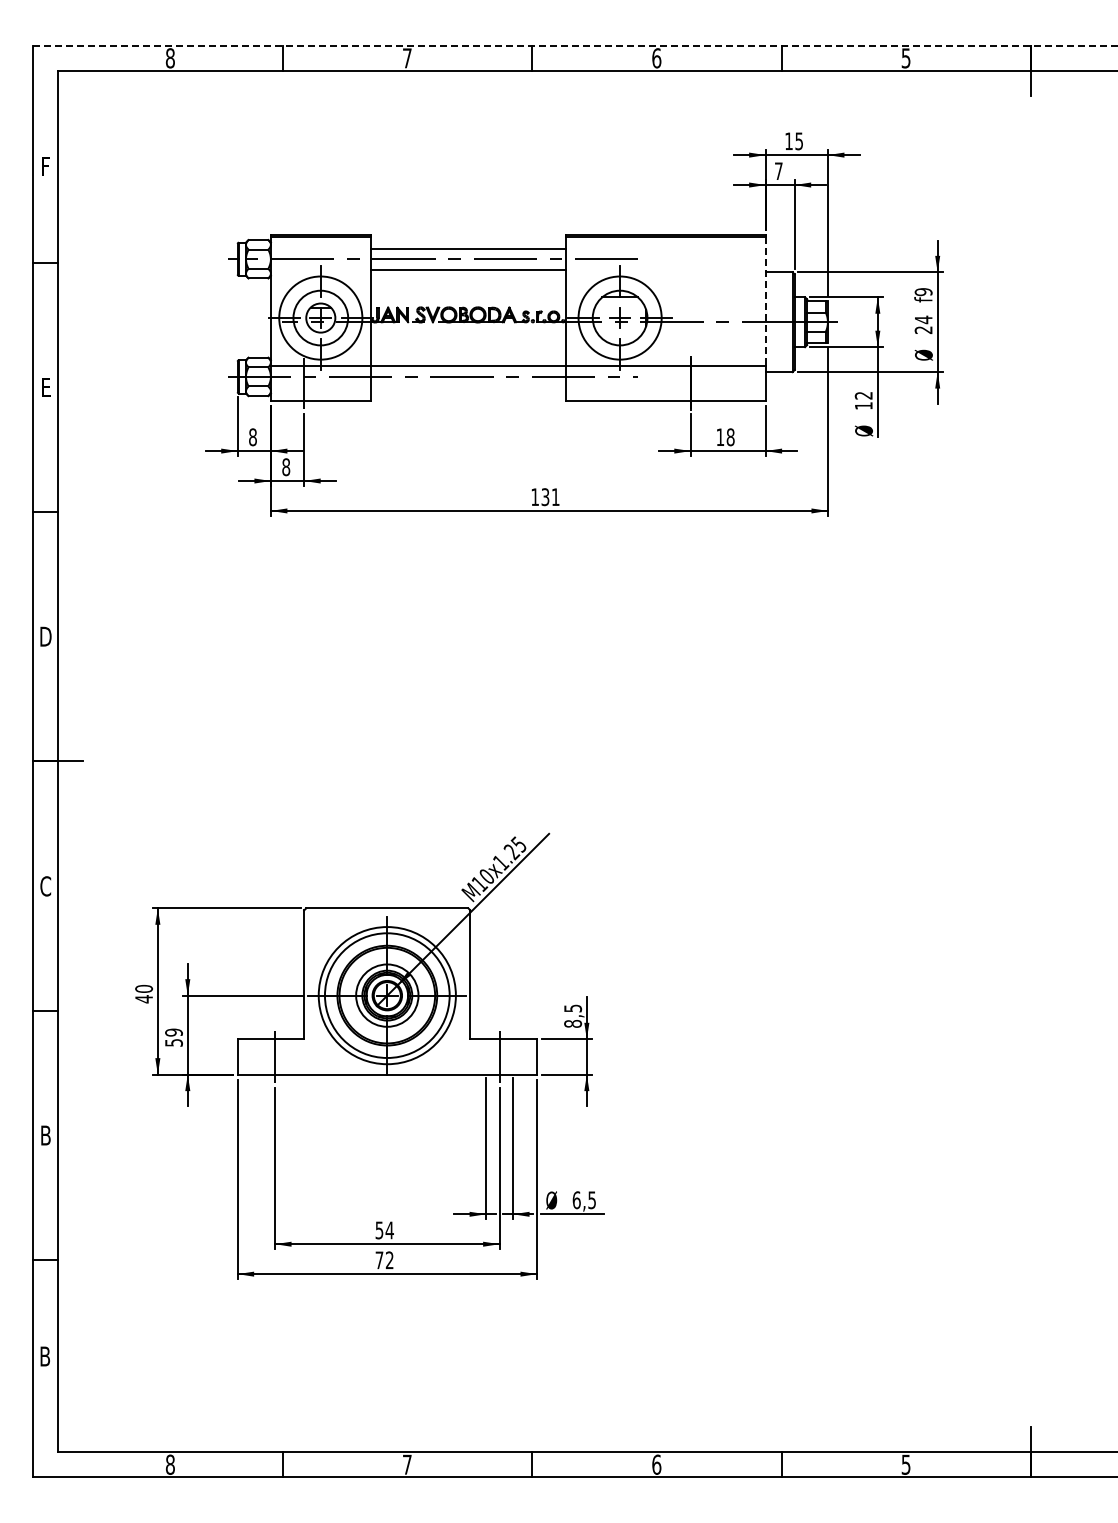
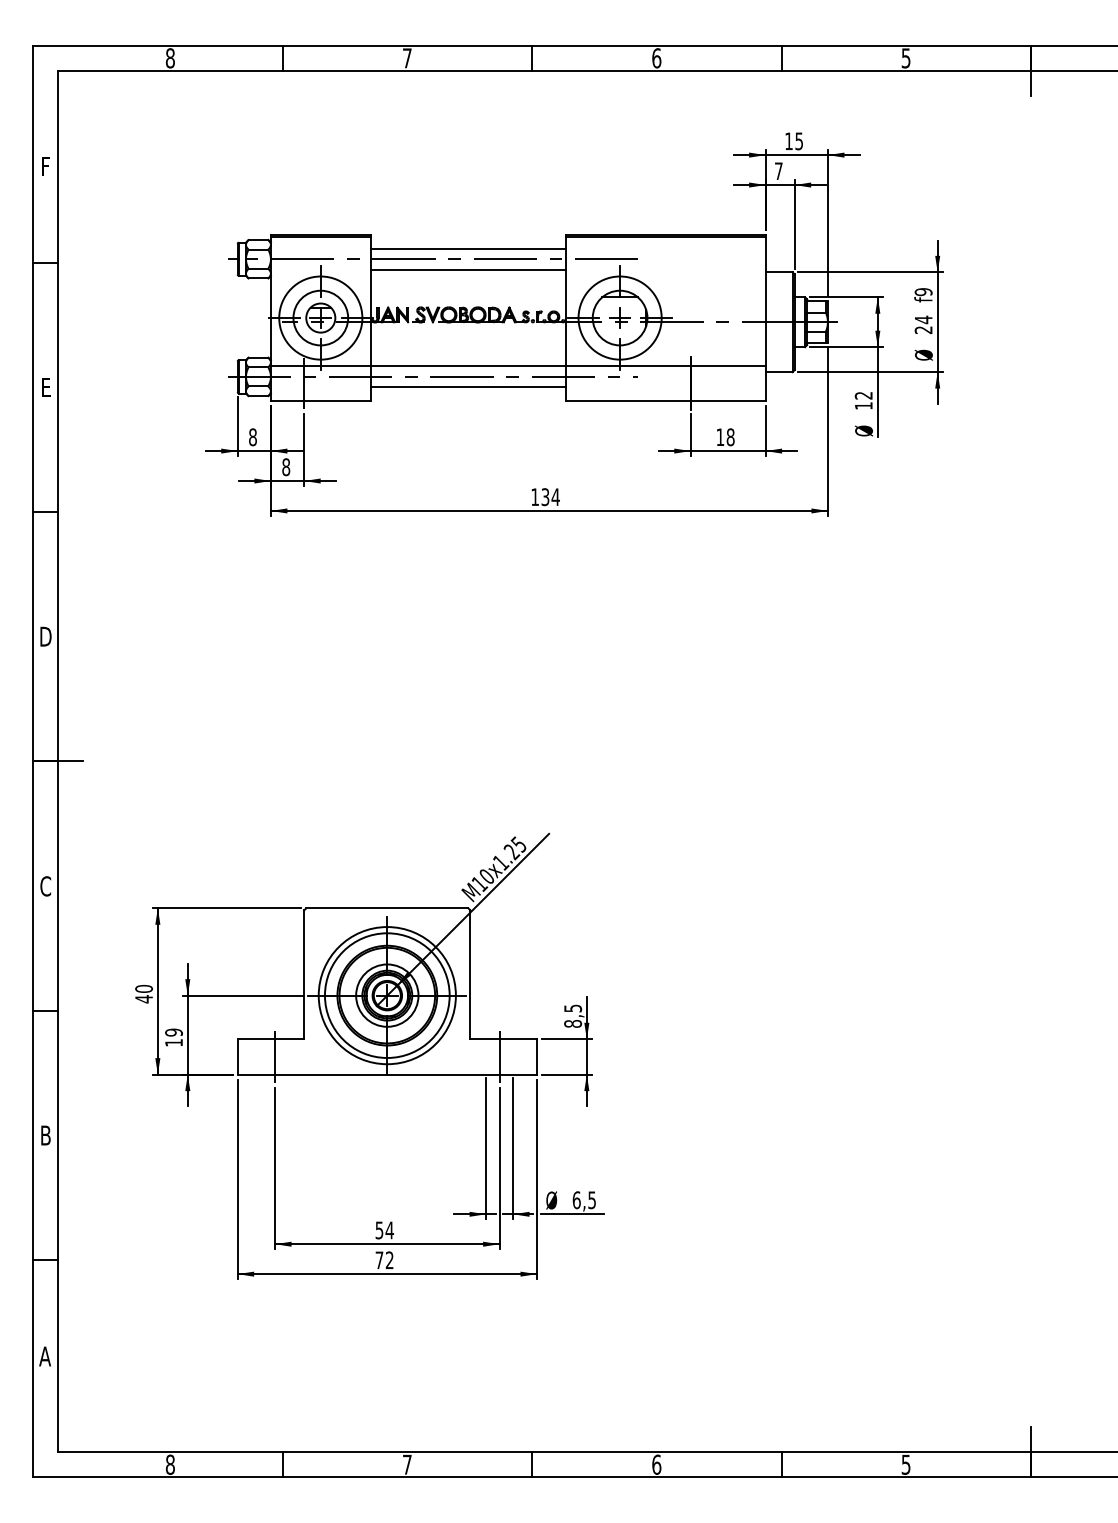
line at (575, 45): dashed -> solid
line at (765, 301): dashed -> solid
line at (468, 387): none -> present
text at (555, 496): 131 -> 134
text at (173, 1042): 59 -> 19
text at (44, 1356): B -> A
